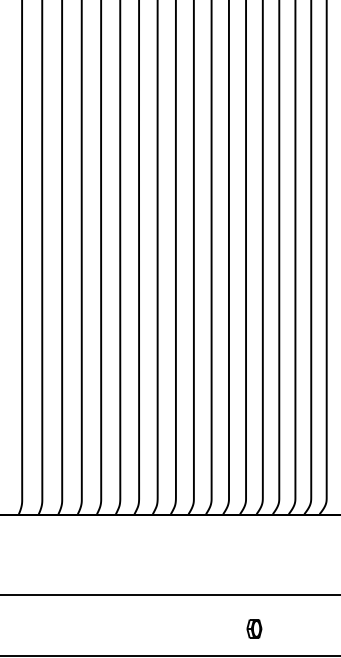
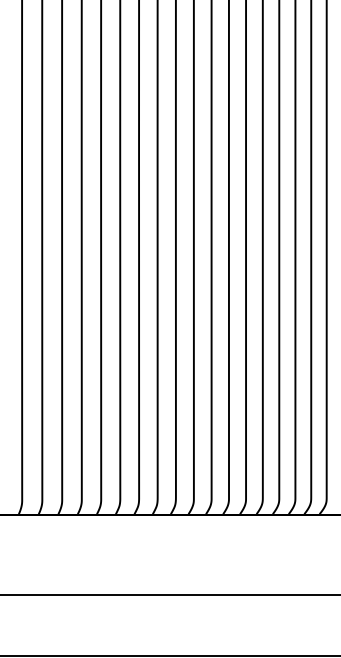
part at (254, 628): present -> none
